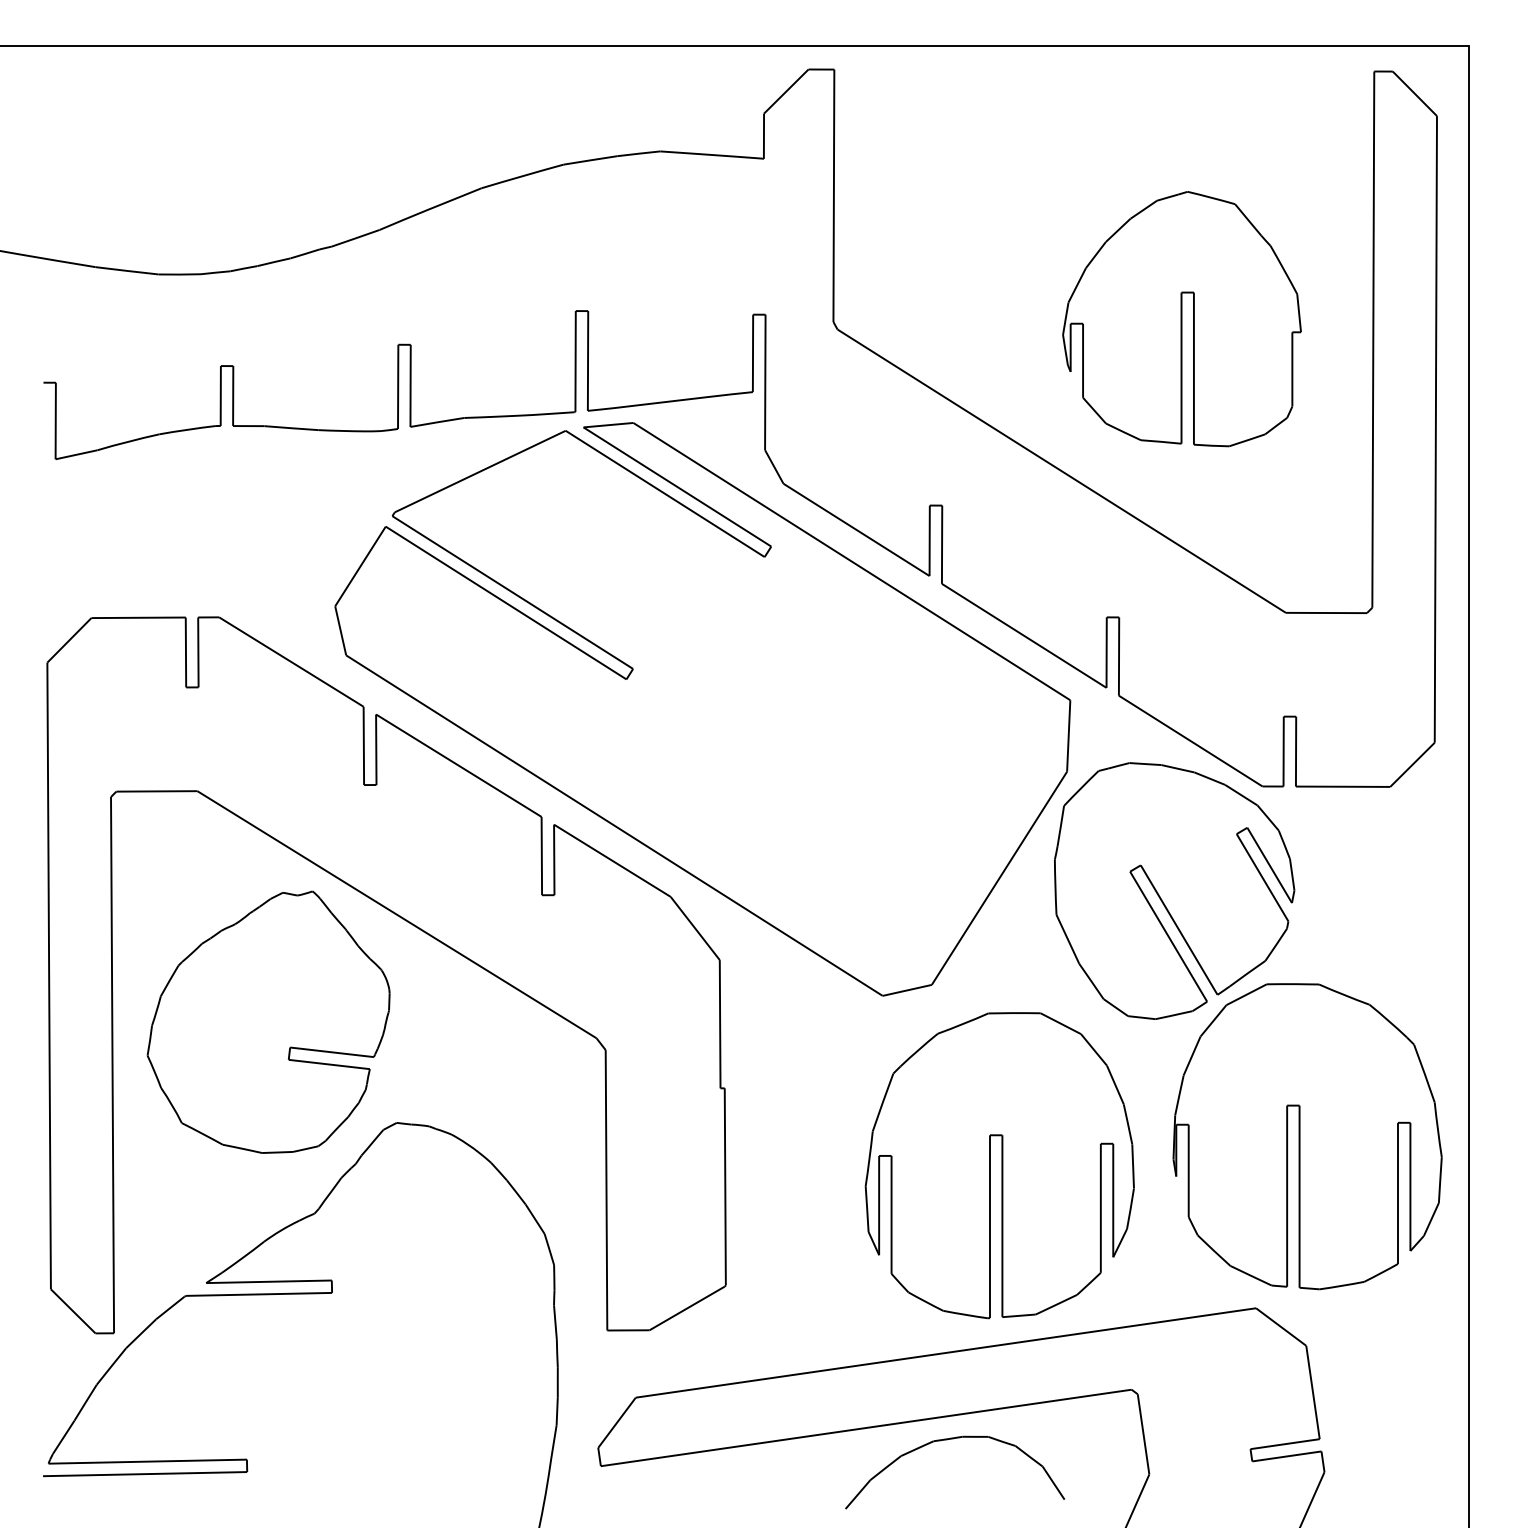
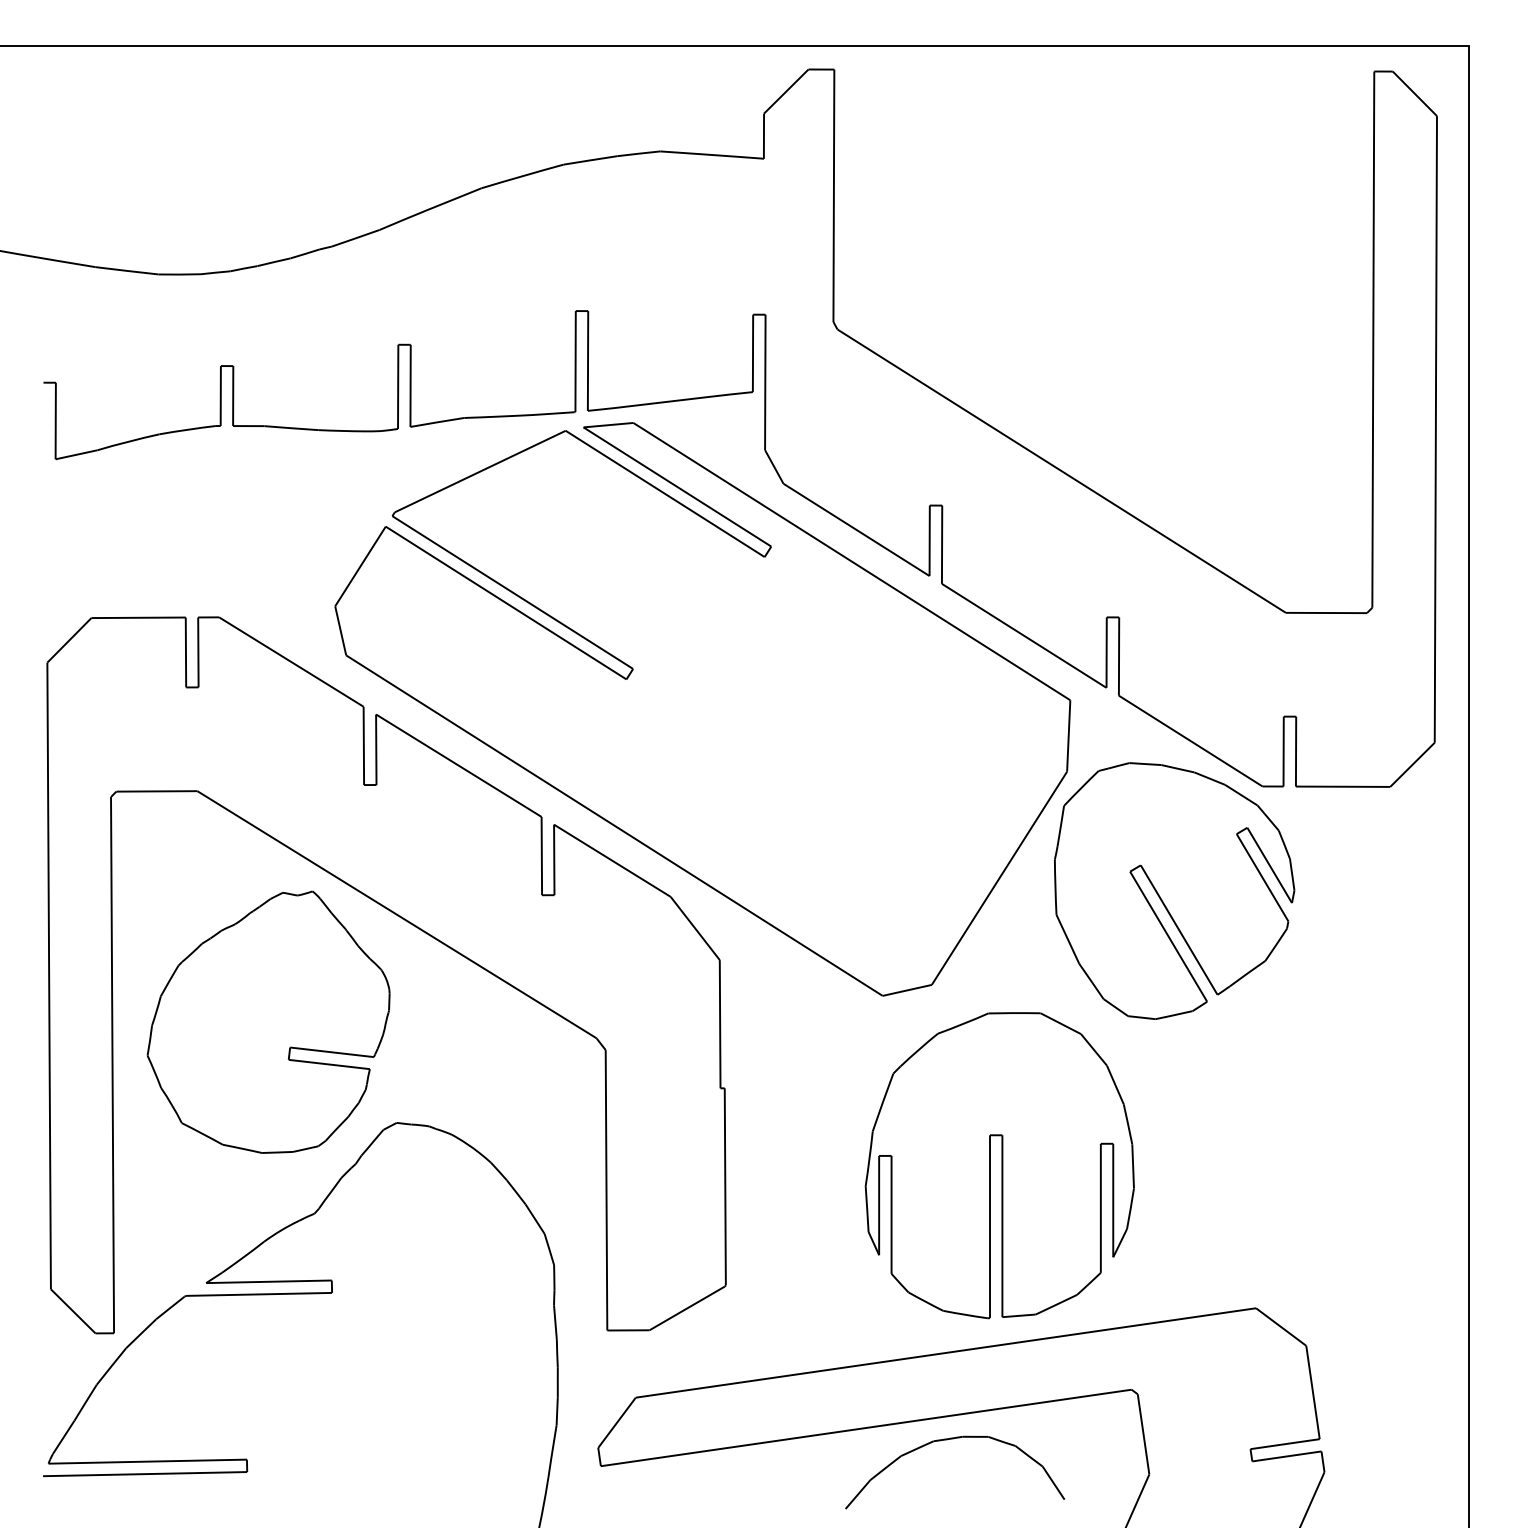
part at (1181, 319): present -> none
part at (1307, 1136): present -> none
